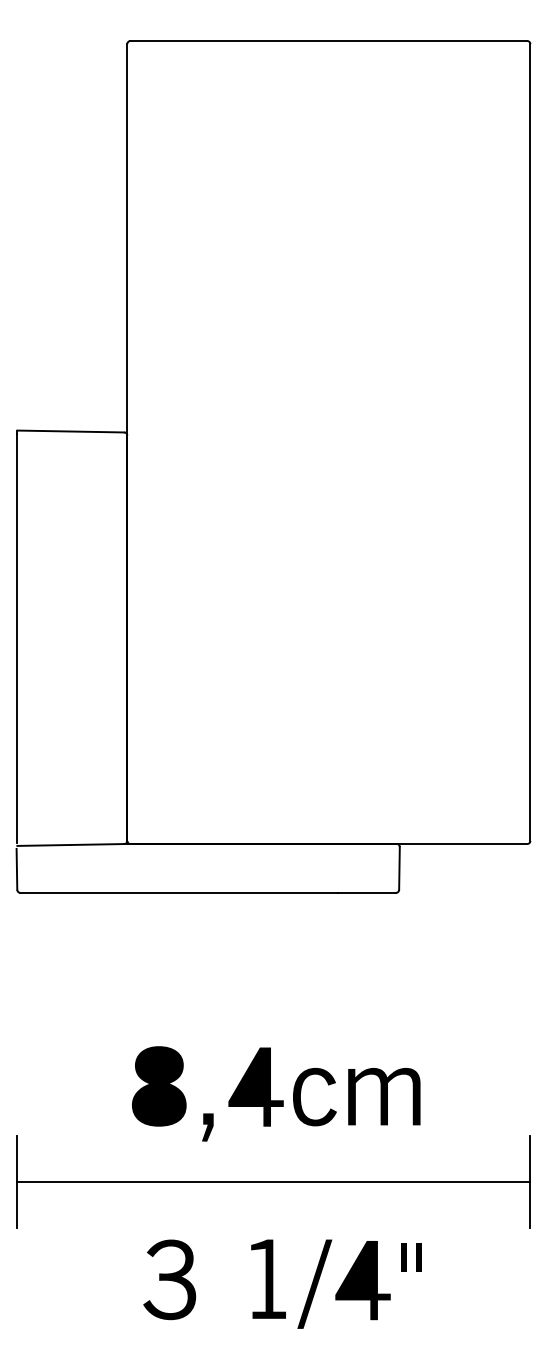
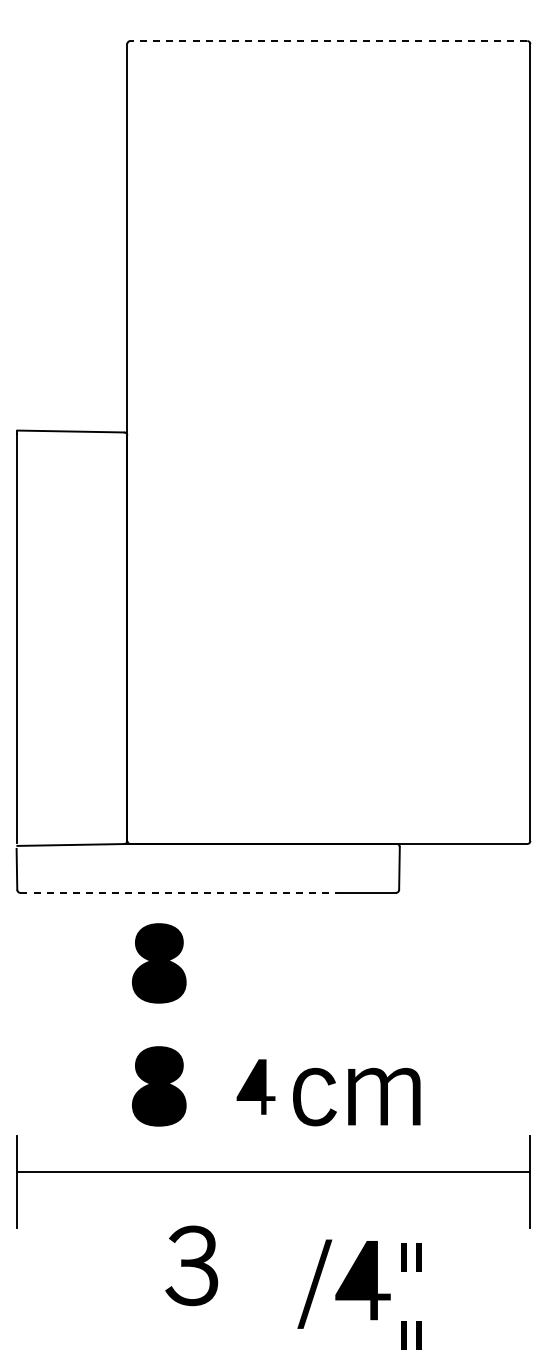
line at (328, 41): solid -> dashed
line at (179, 892): solid -> dashed
part at (159, 963): none -> present
part at (255, 1086) size: 56x80 px -> 40x56 px
fill at (207, 1127): present -> none
line at (273, 1181) position: (273, 1181) -> (273, 1171)
part at (268, 1278): present -> none
part at (169, 1279) position: (169, 1279) -> (191, 1265)
part at (411, 1335): none -> present
